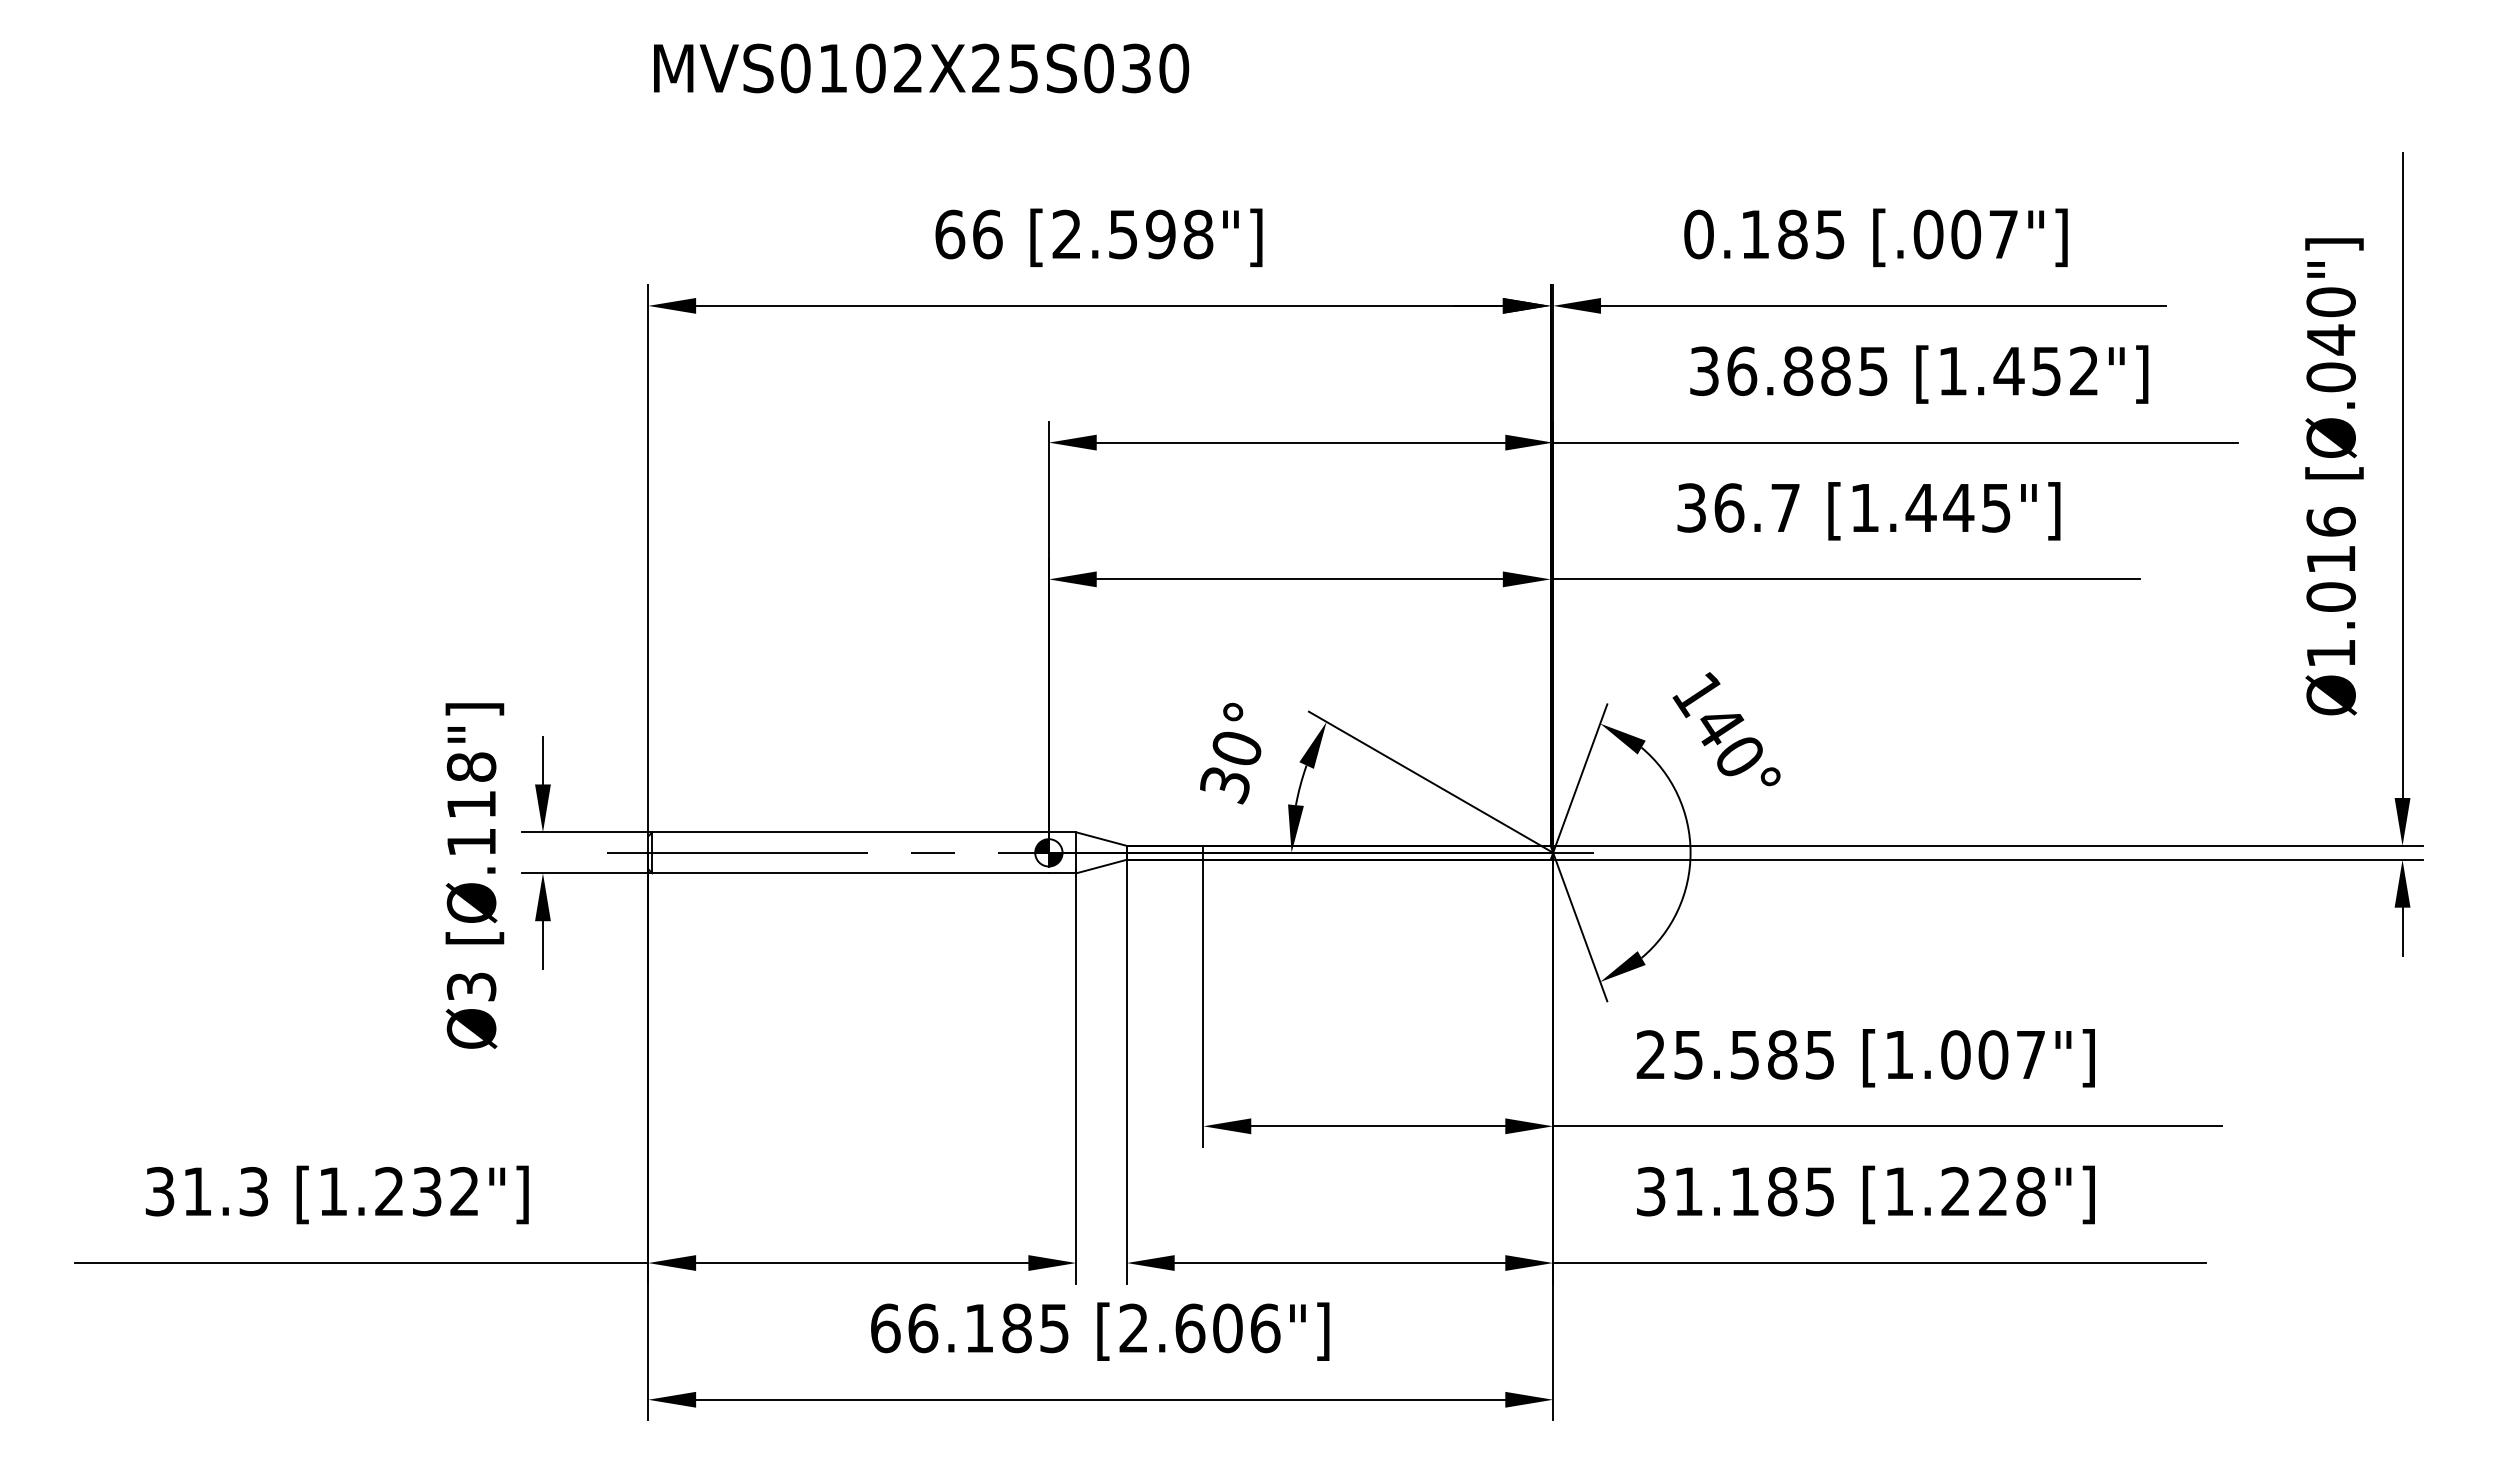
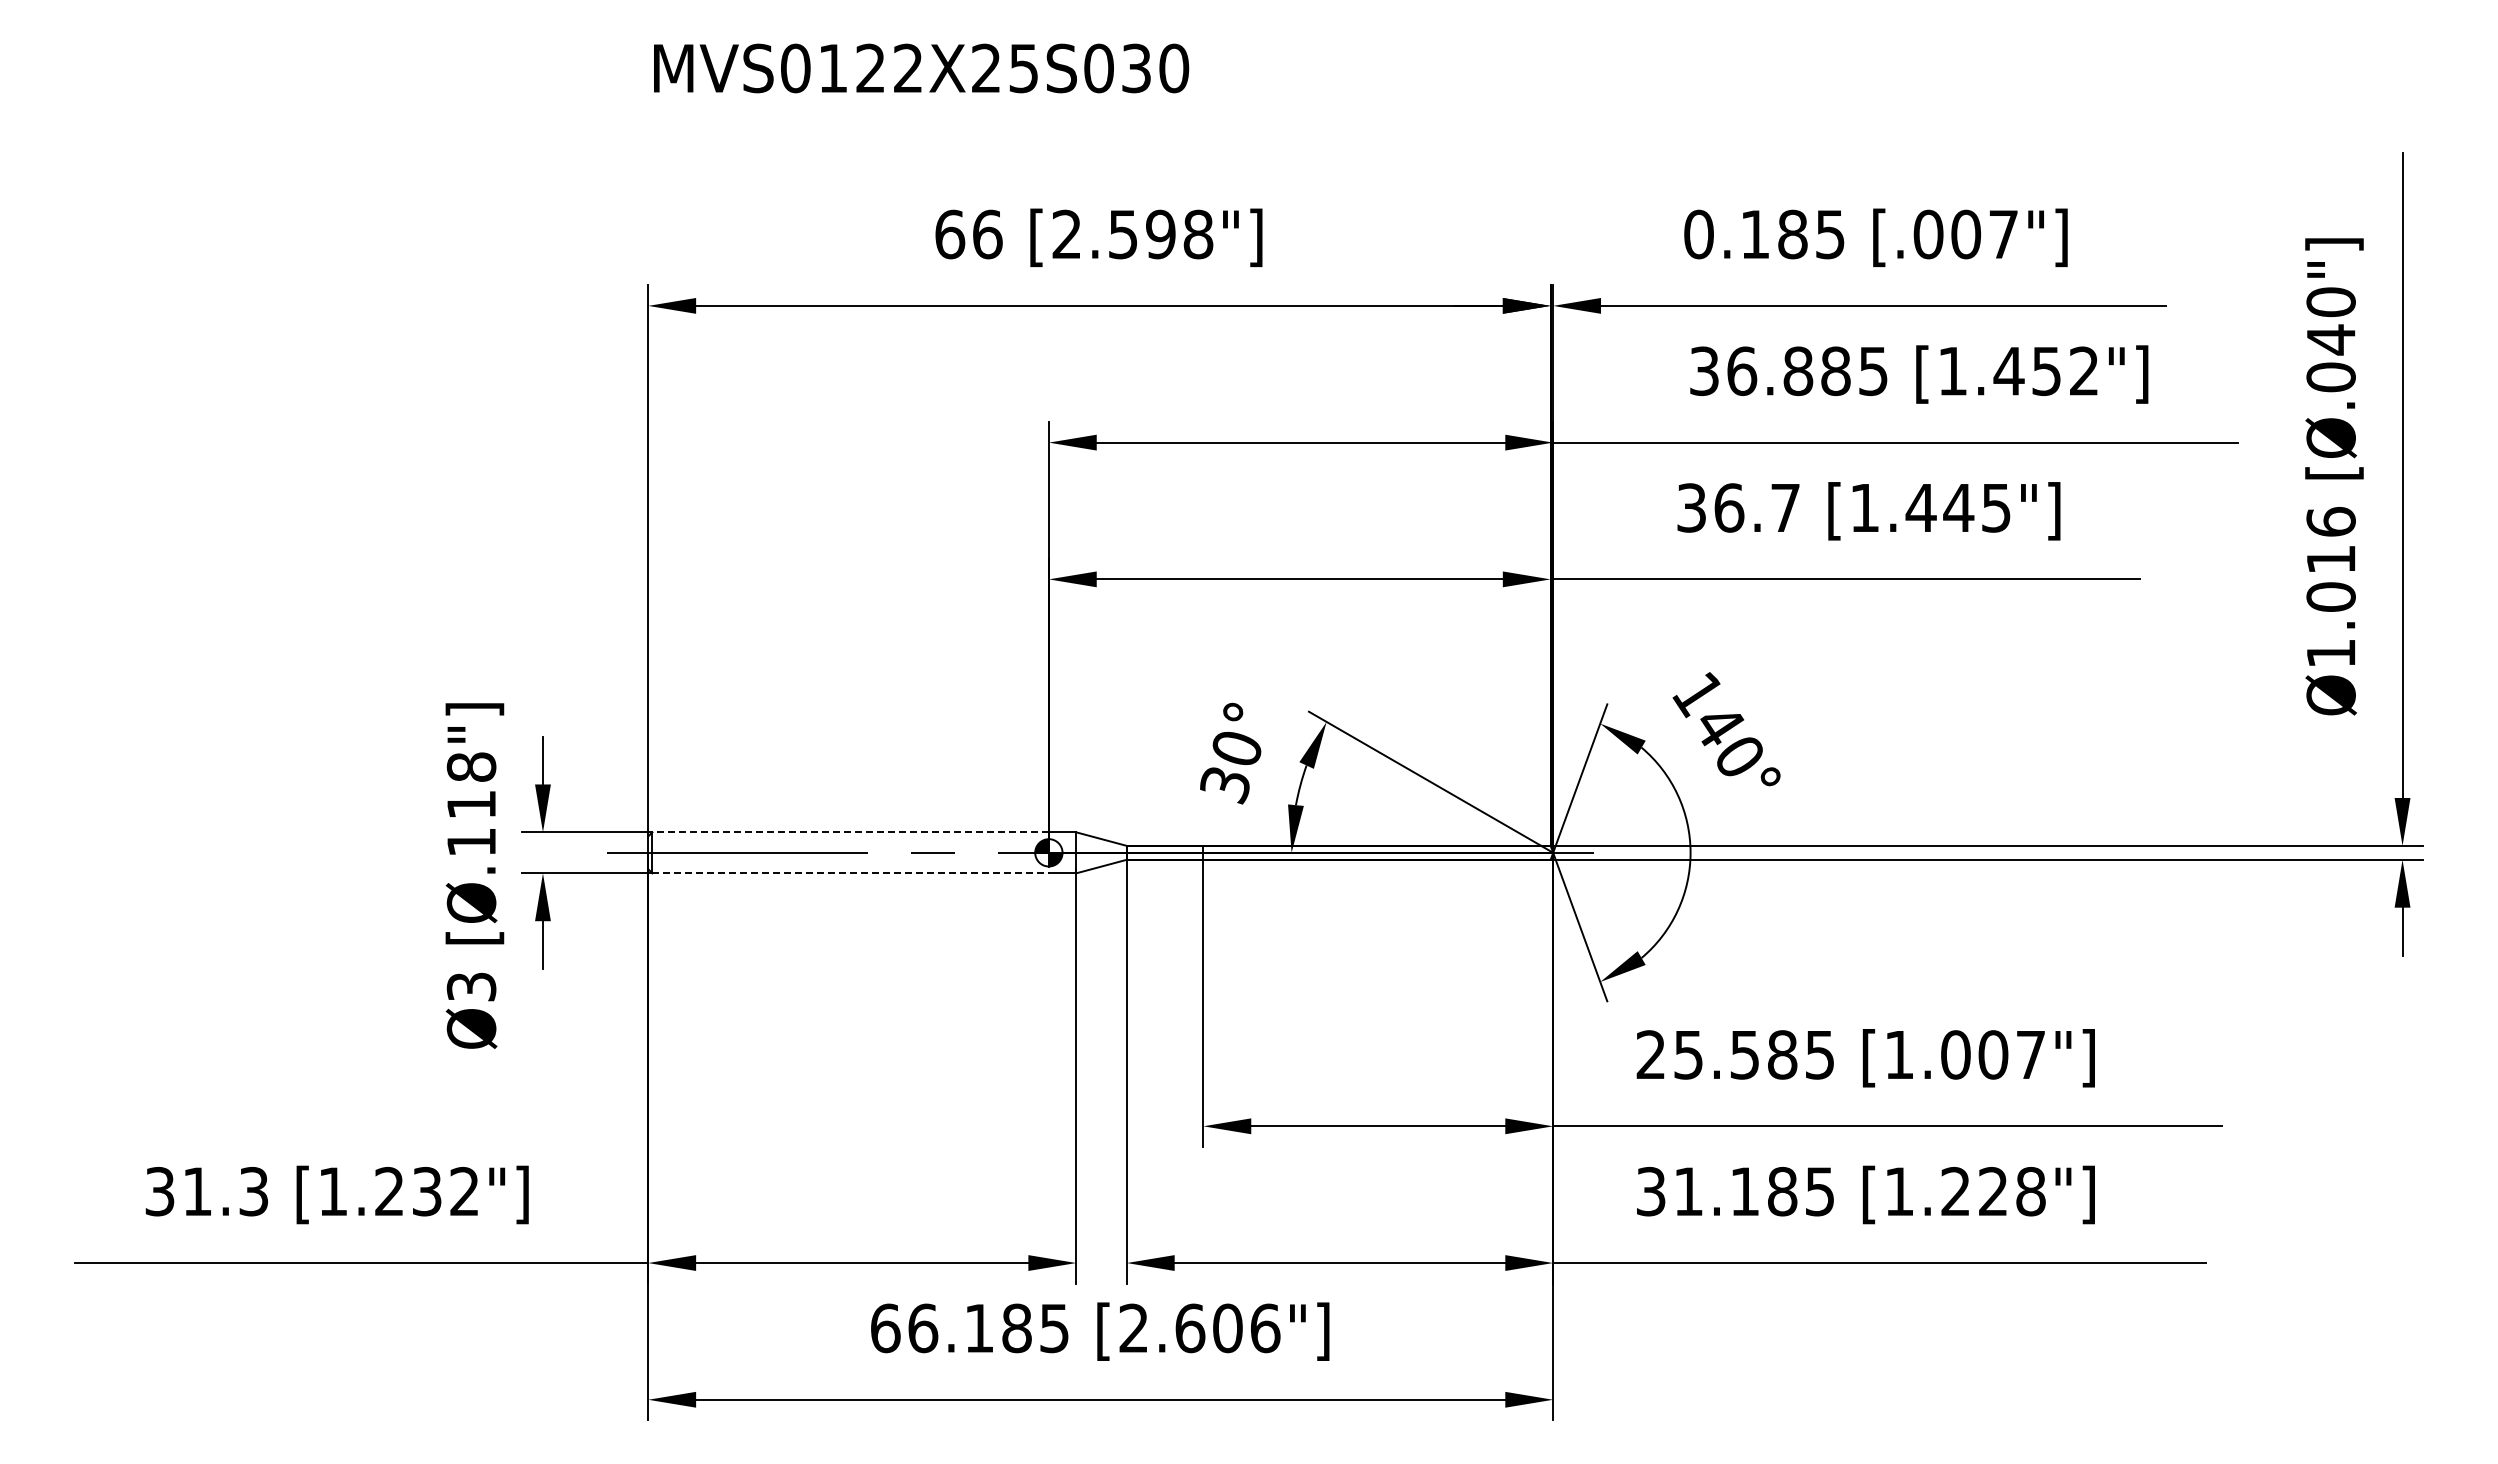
text at (870, 68): MVS0102X25S030 -> MVS0122X25S030
line at (850, 832): solid -> dashed
line at (851, 873): solid -> dashed
